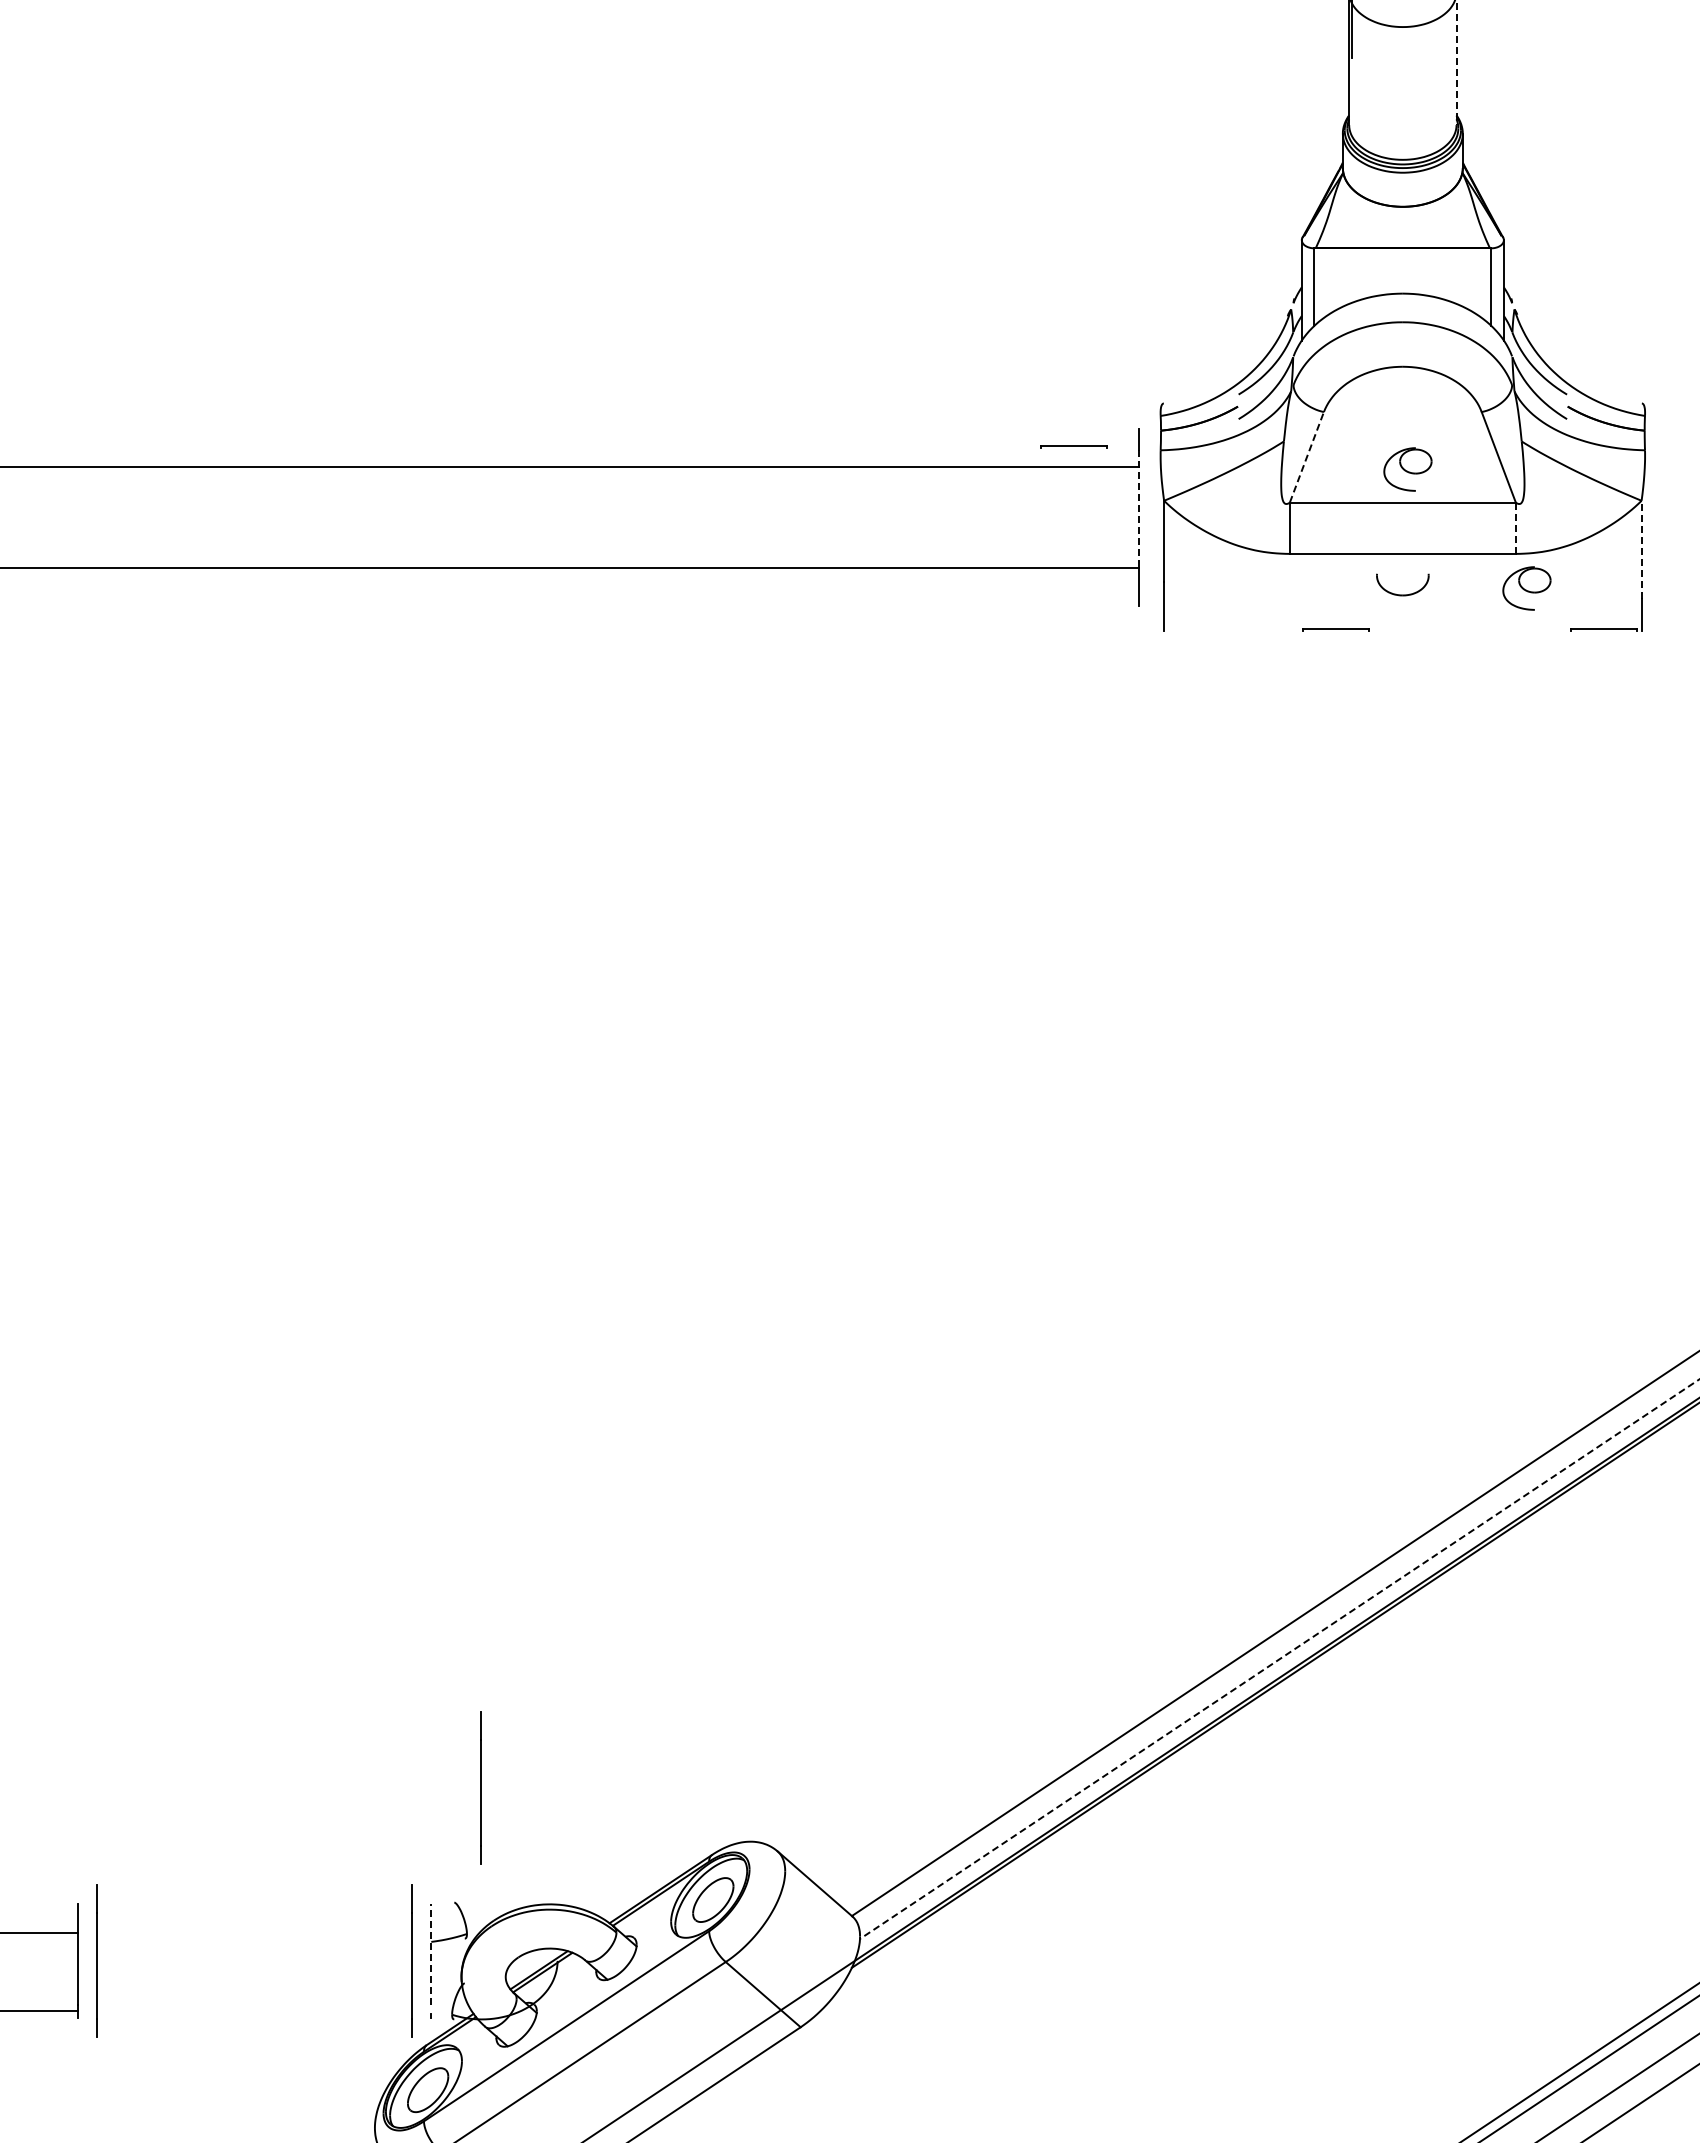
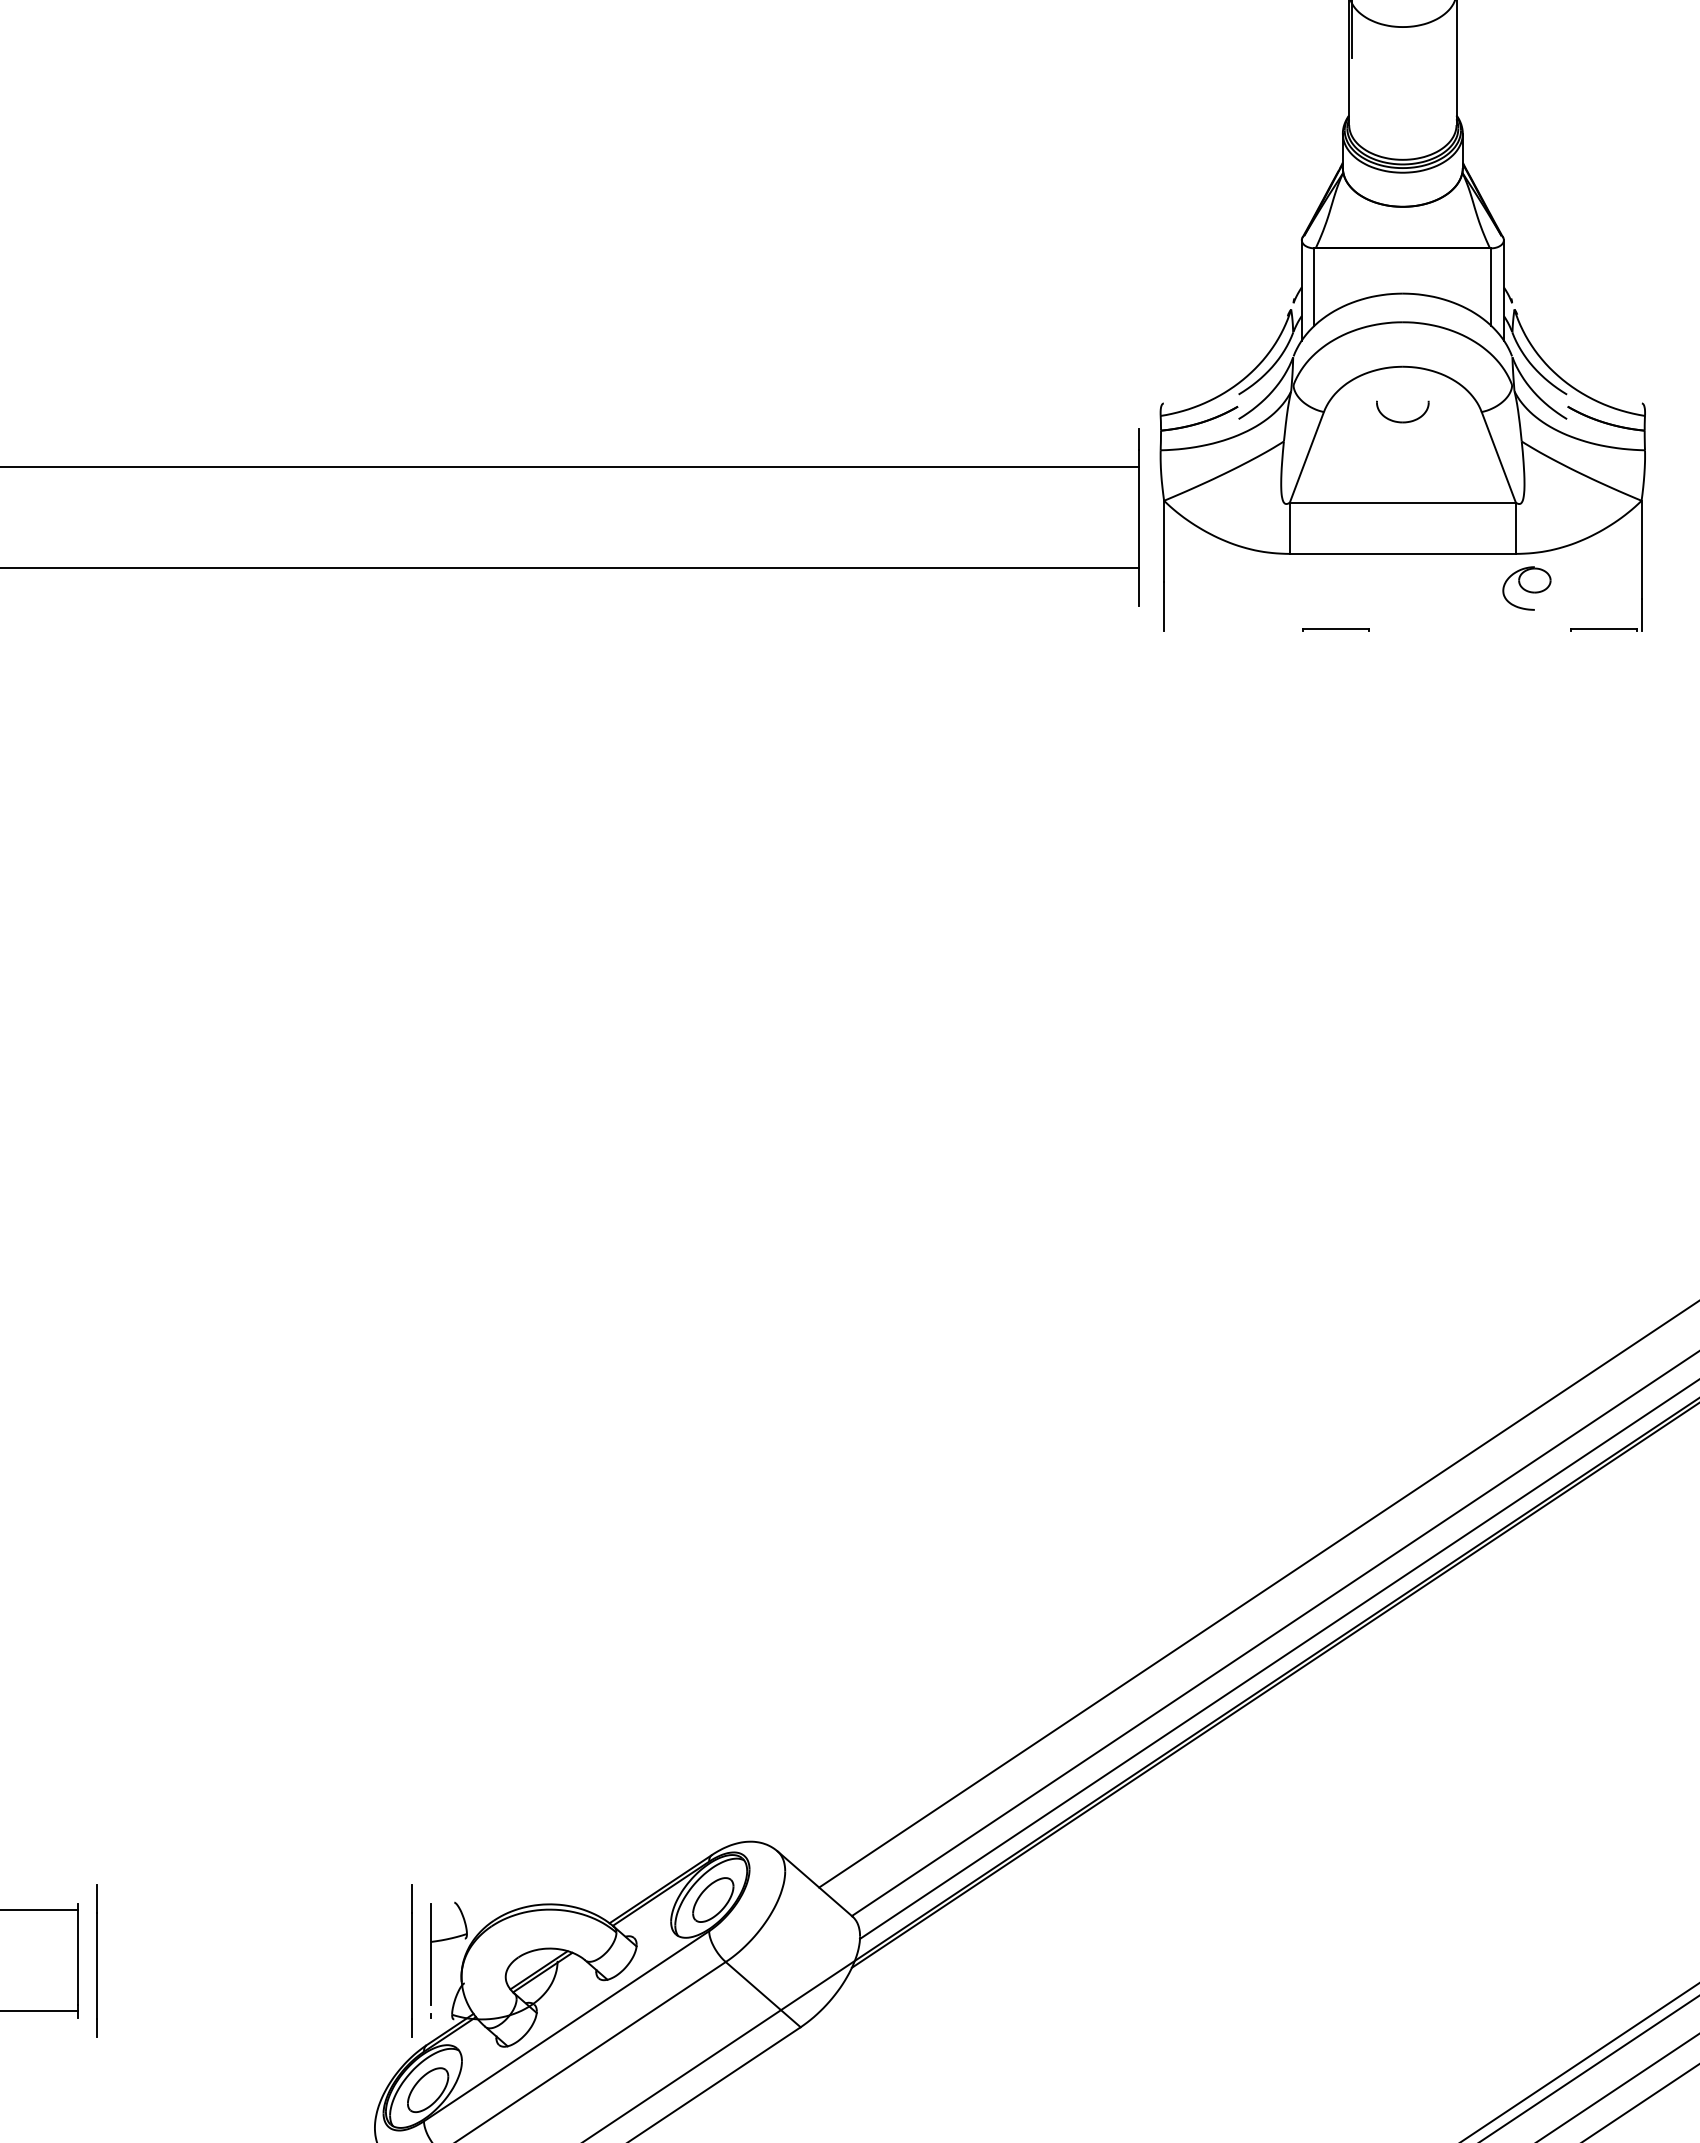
line at (1456, 63): dashed -> solid
part at (1073, 446): present -> none
line at (1307, 456): dashed -> solid
part at (1407, 469): present -> none
line at (1138, 508): dashed -> solid
line at (1515, 528): dashed -> solid
line at (1641, 549): dashed -> solid
part at (1402, 594) position: (1402, 594) -> (1402, 421)
line at (1257, 1594): none -> present
line at (1279, 1659): dashed -> solid
line at (480, 1787): present -> none
line at (39, 1933) position: (39, 1933) -> (39, 1910)
line at (431, 1953): dashed -> solid
